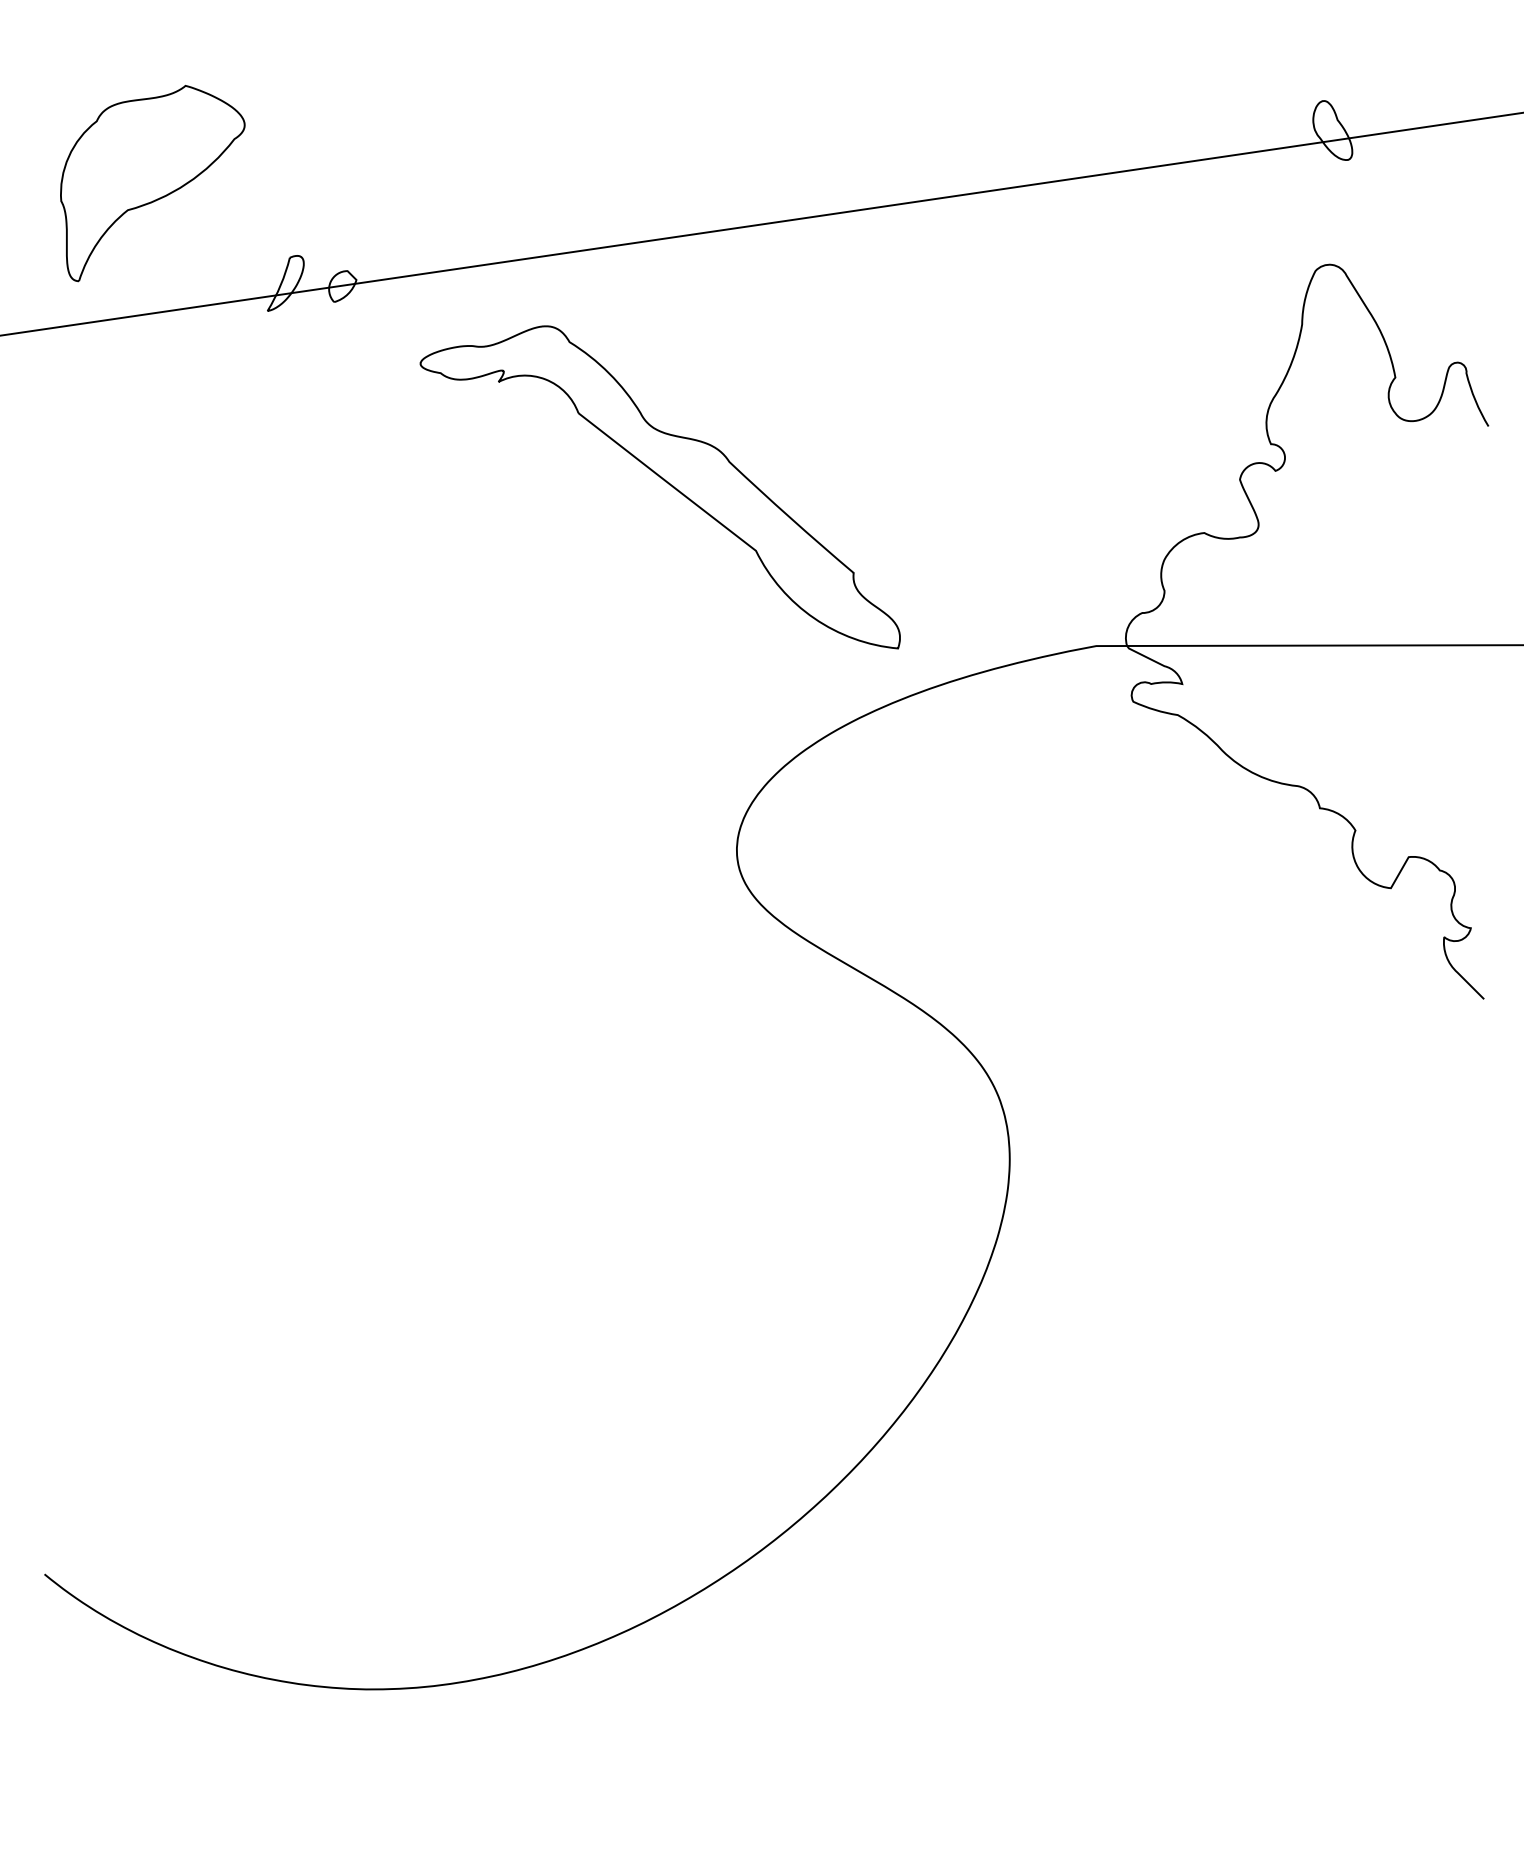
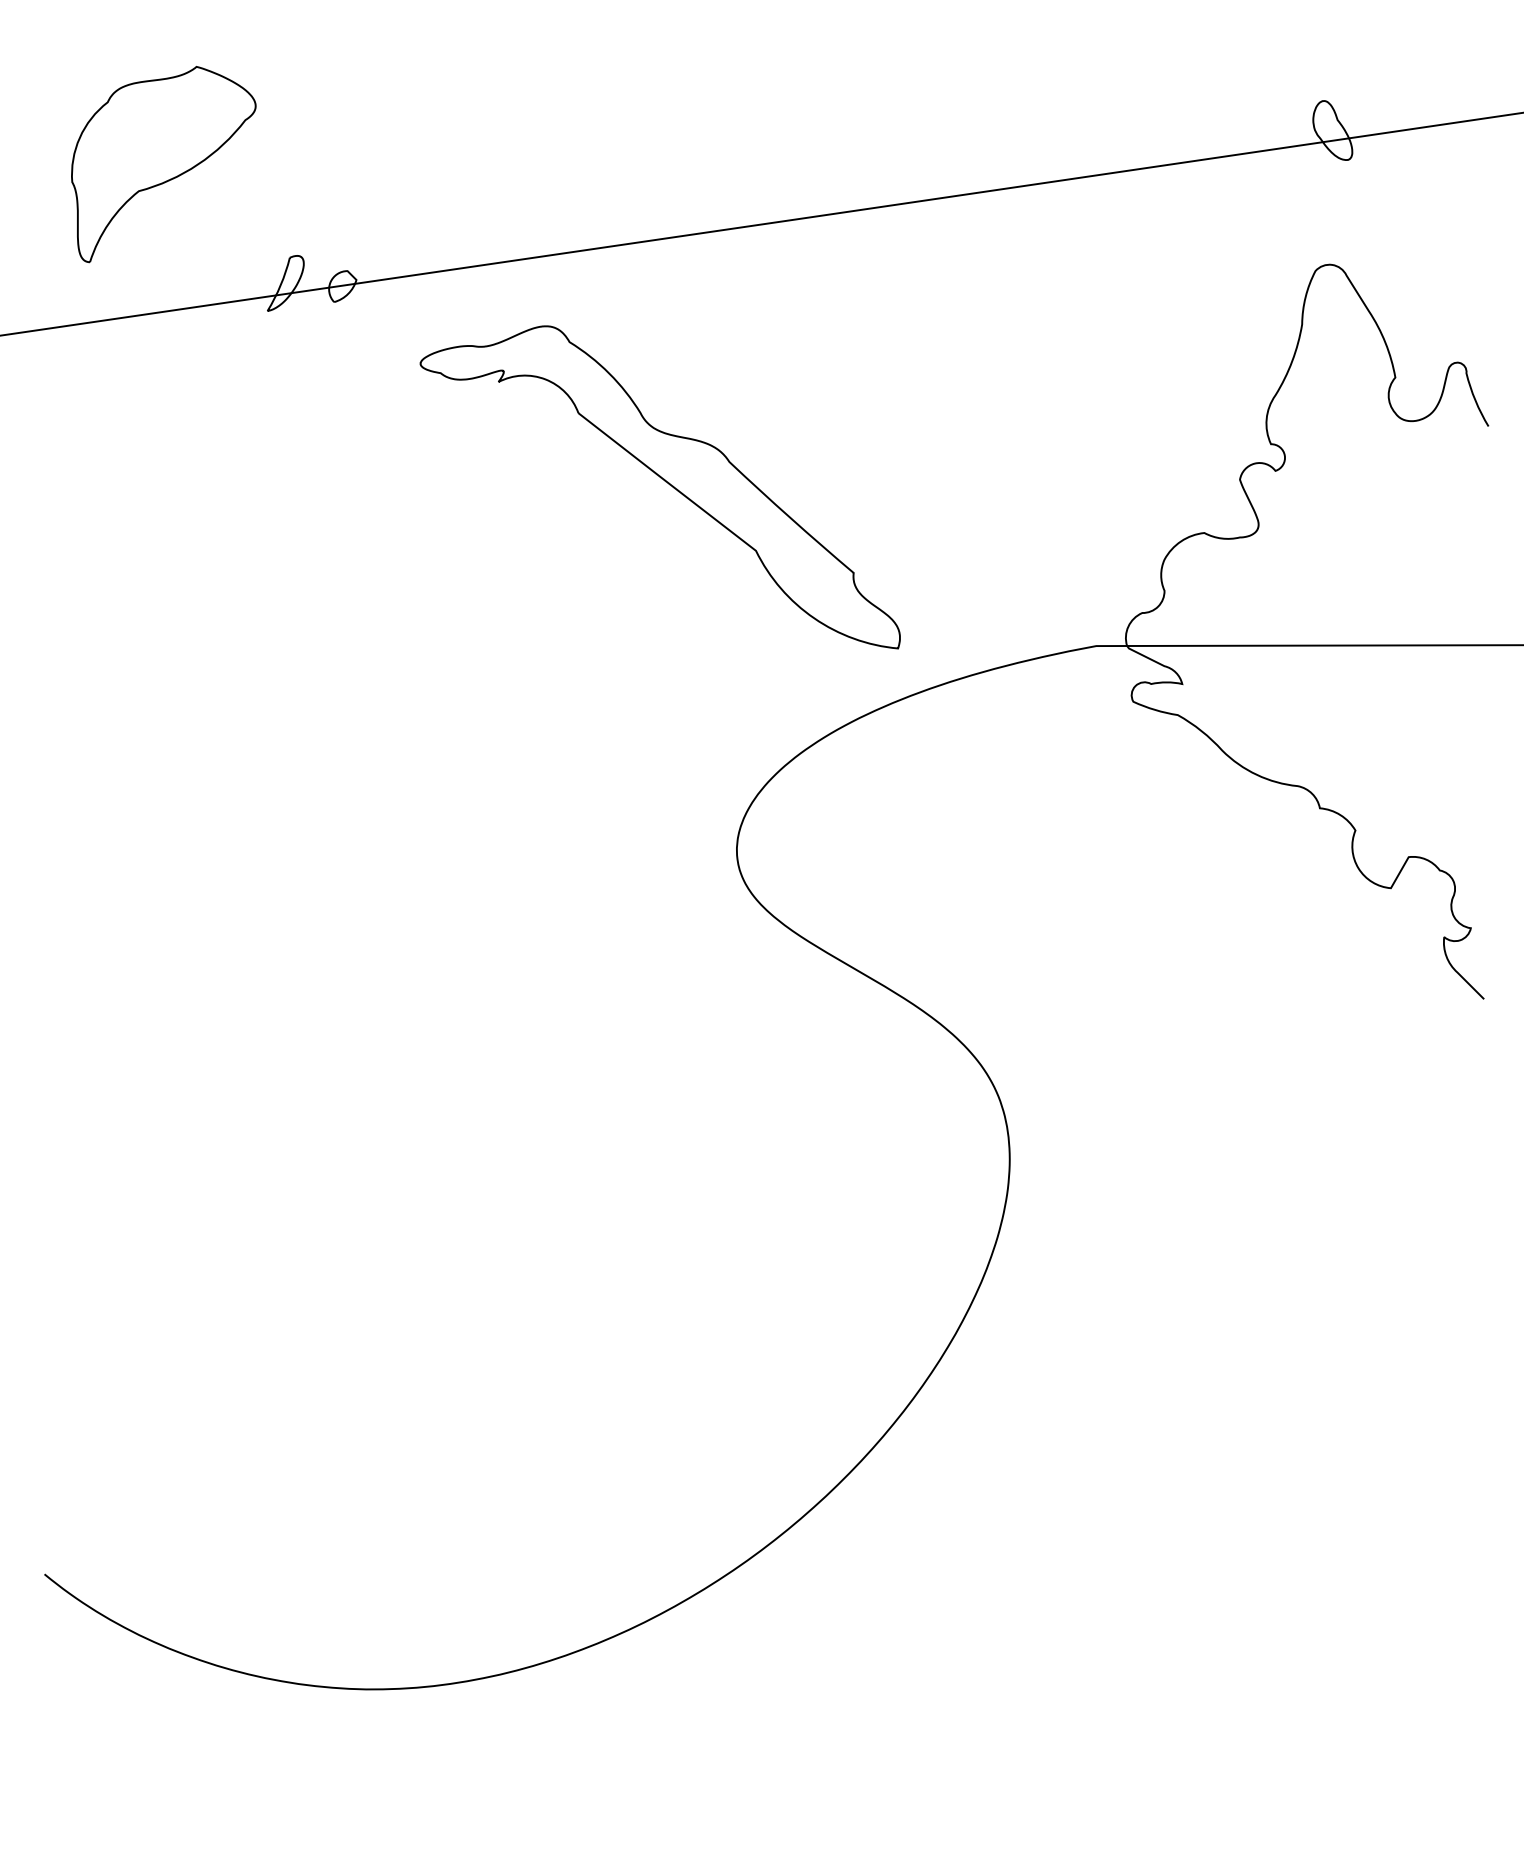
part at (152, 183) position: (152, 183) -> (163, 164)
